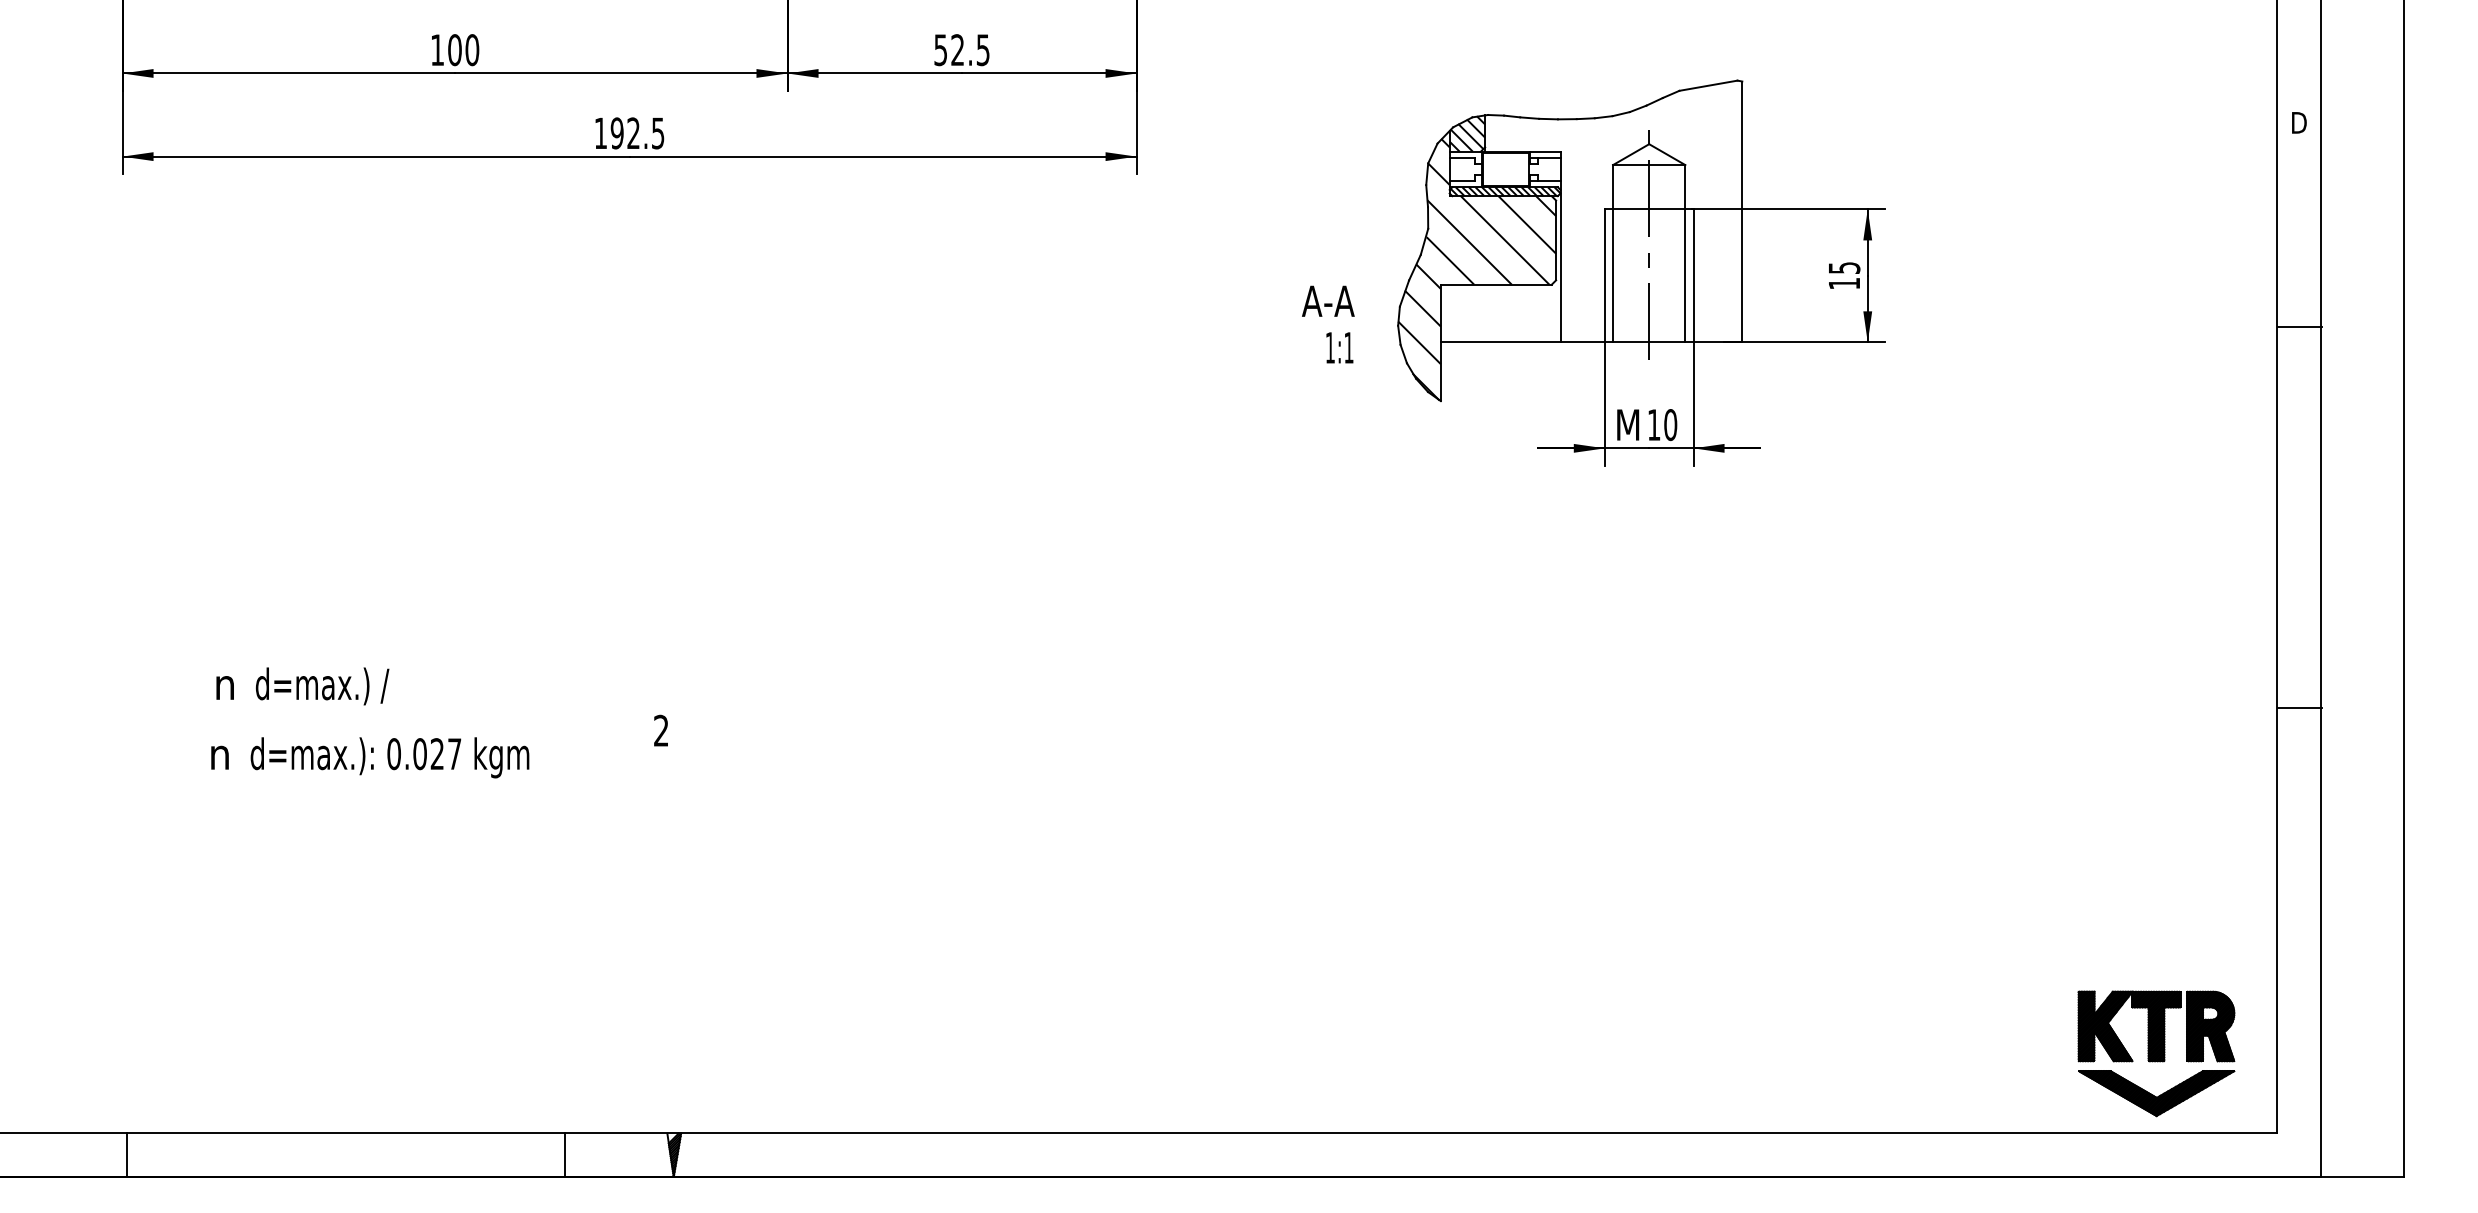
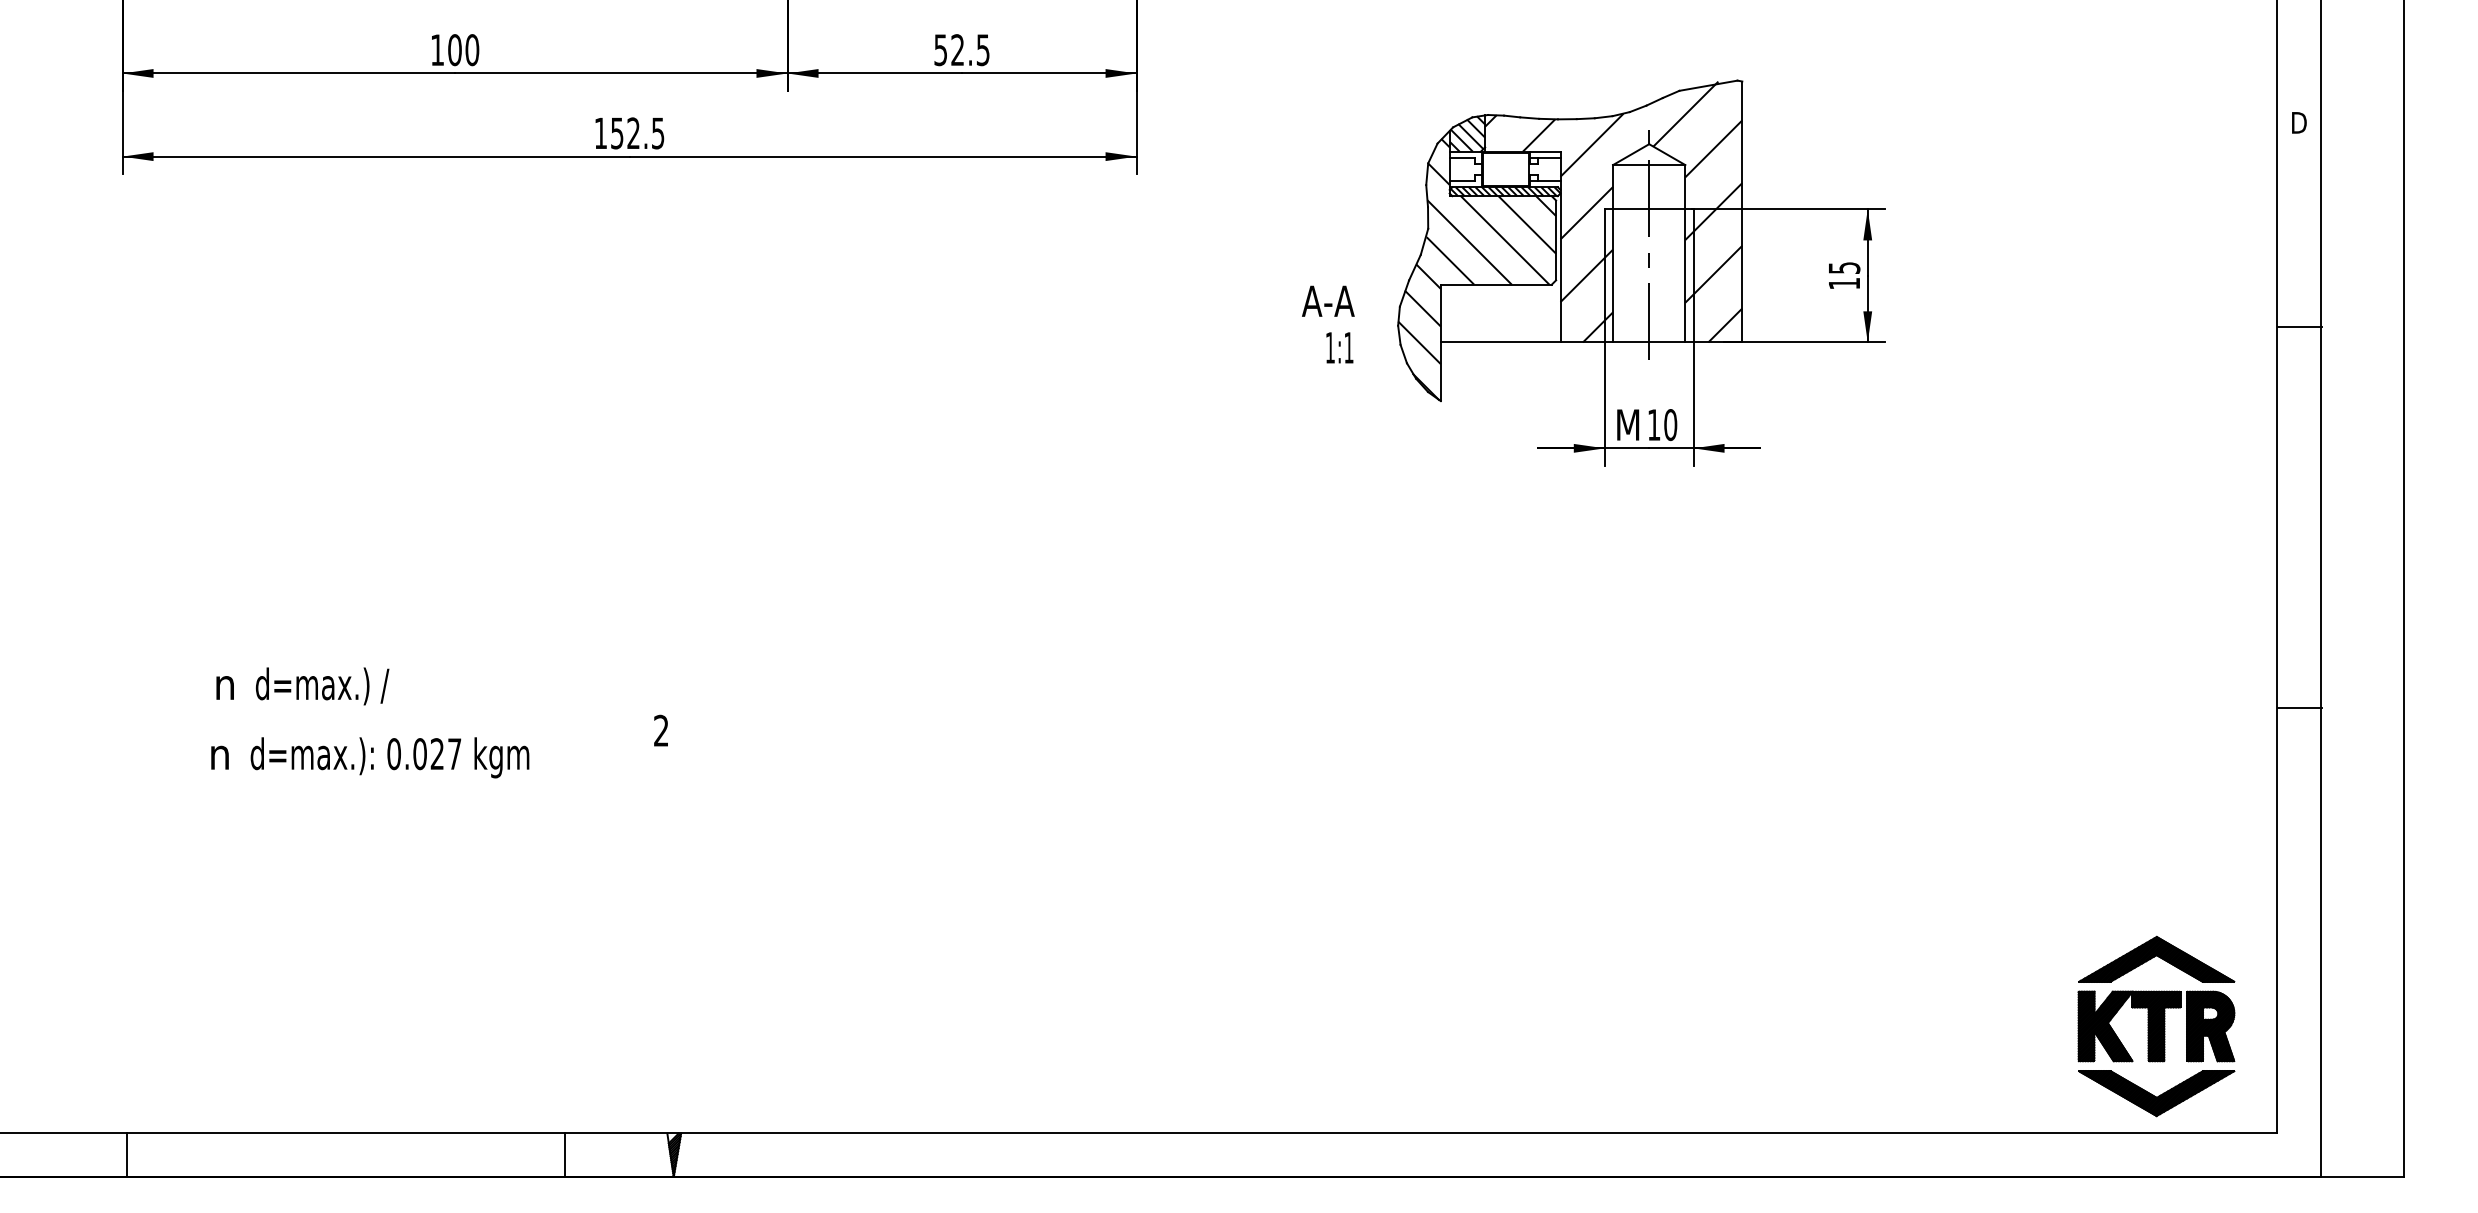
text at (616, 133): 192.5 -> 152.5
hatch at (1613, 211): none -> present
part at (2156, 958): none -> present
